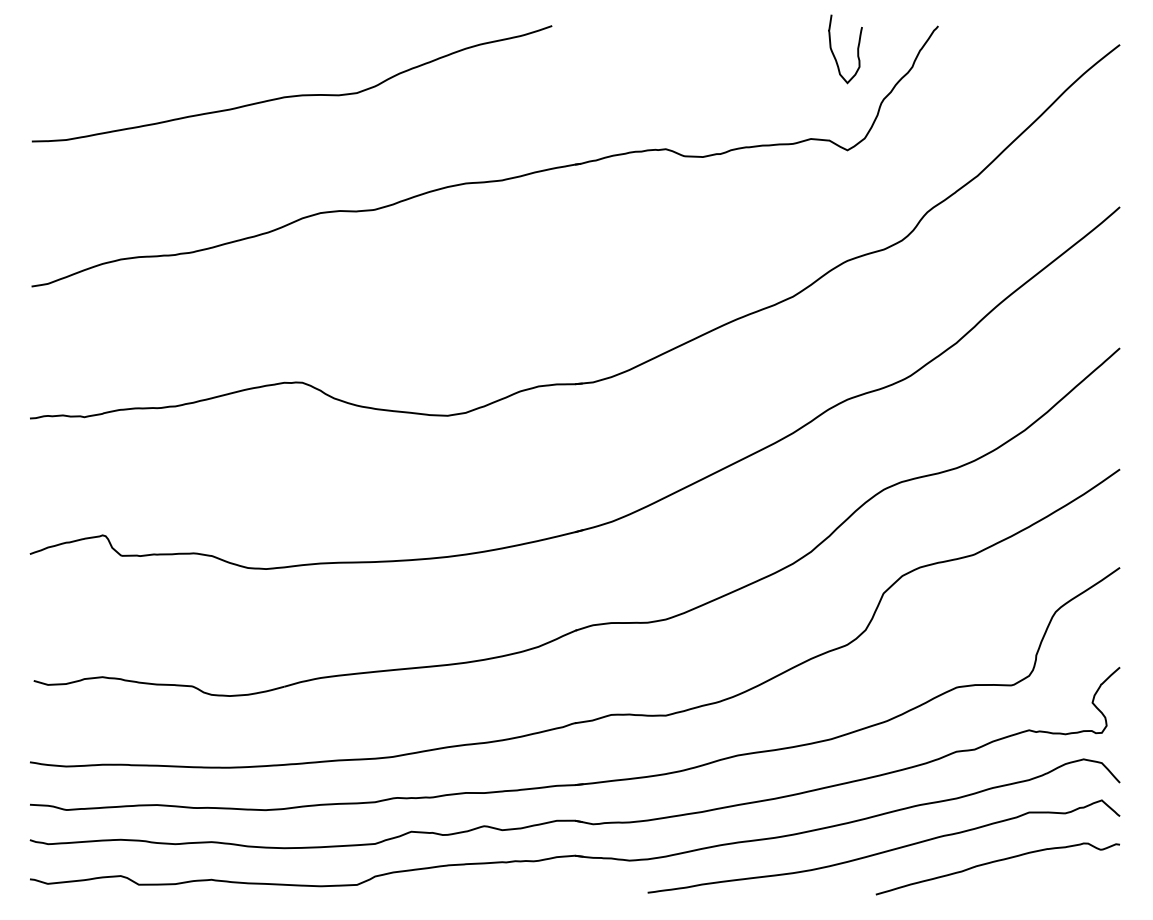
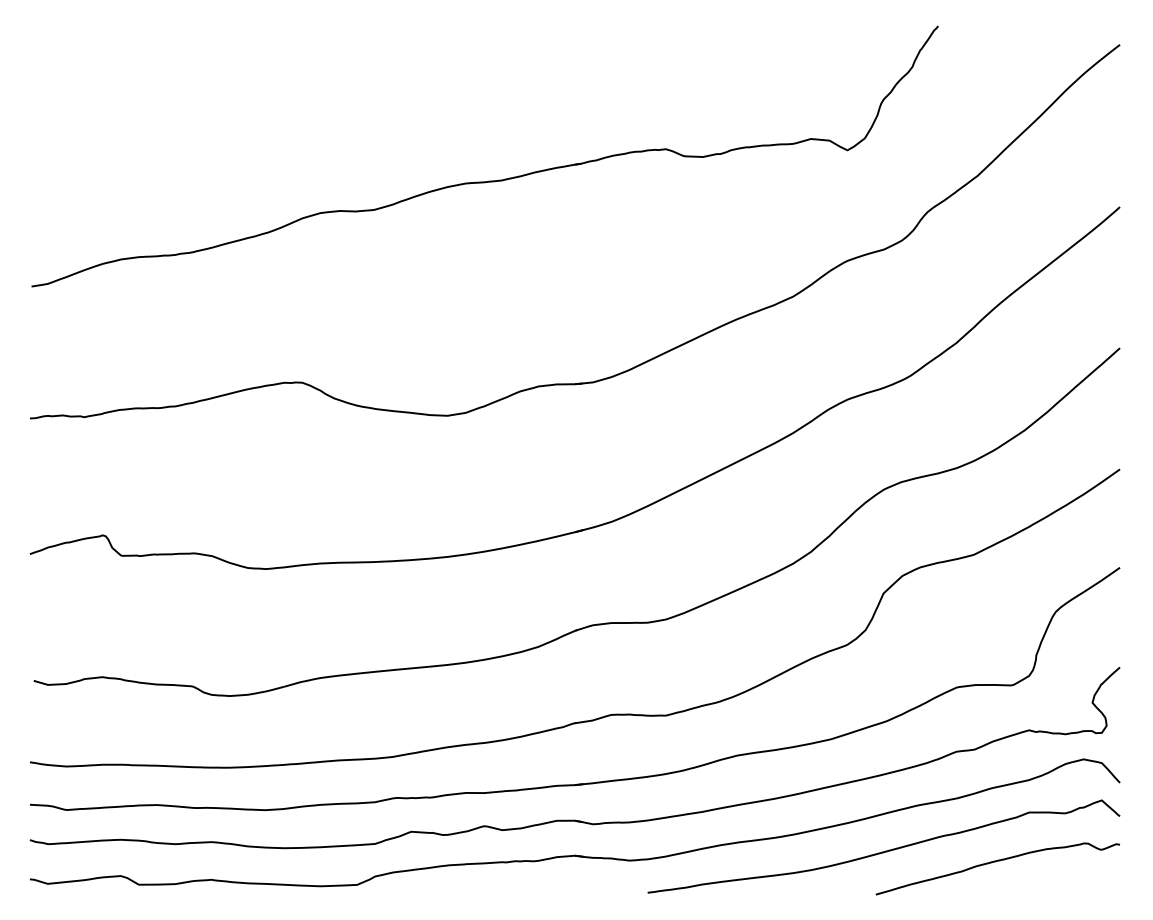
curve at (857, 49): present -> none
curve at (291, 95): present -> none
